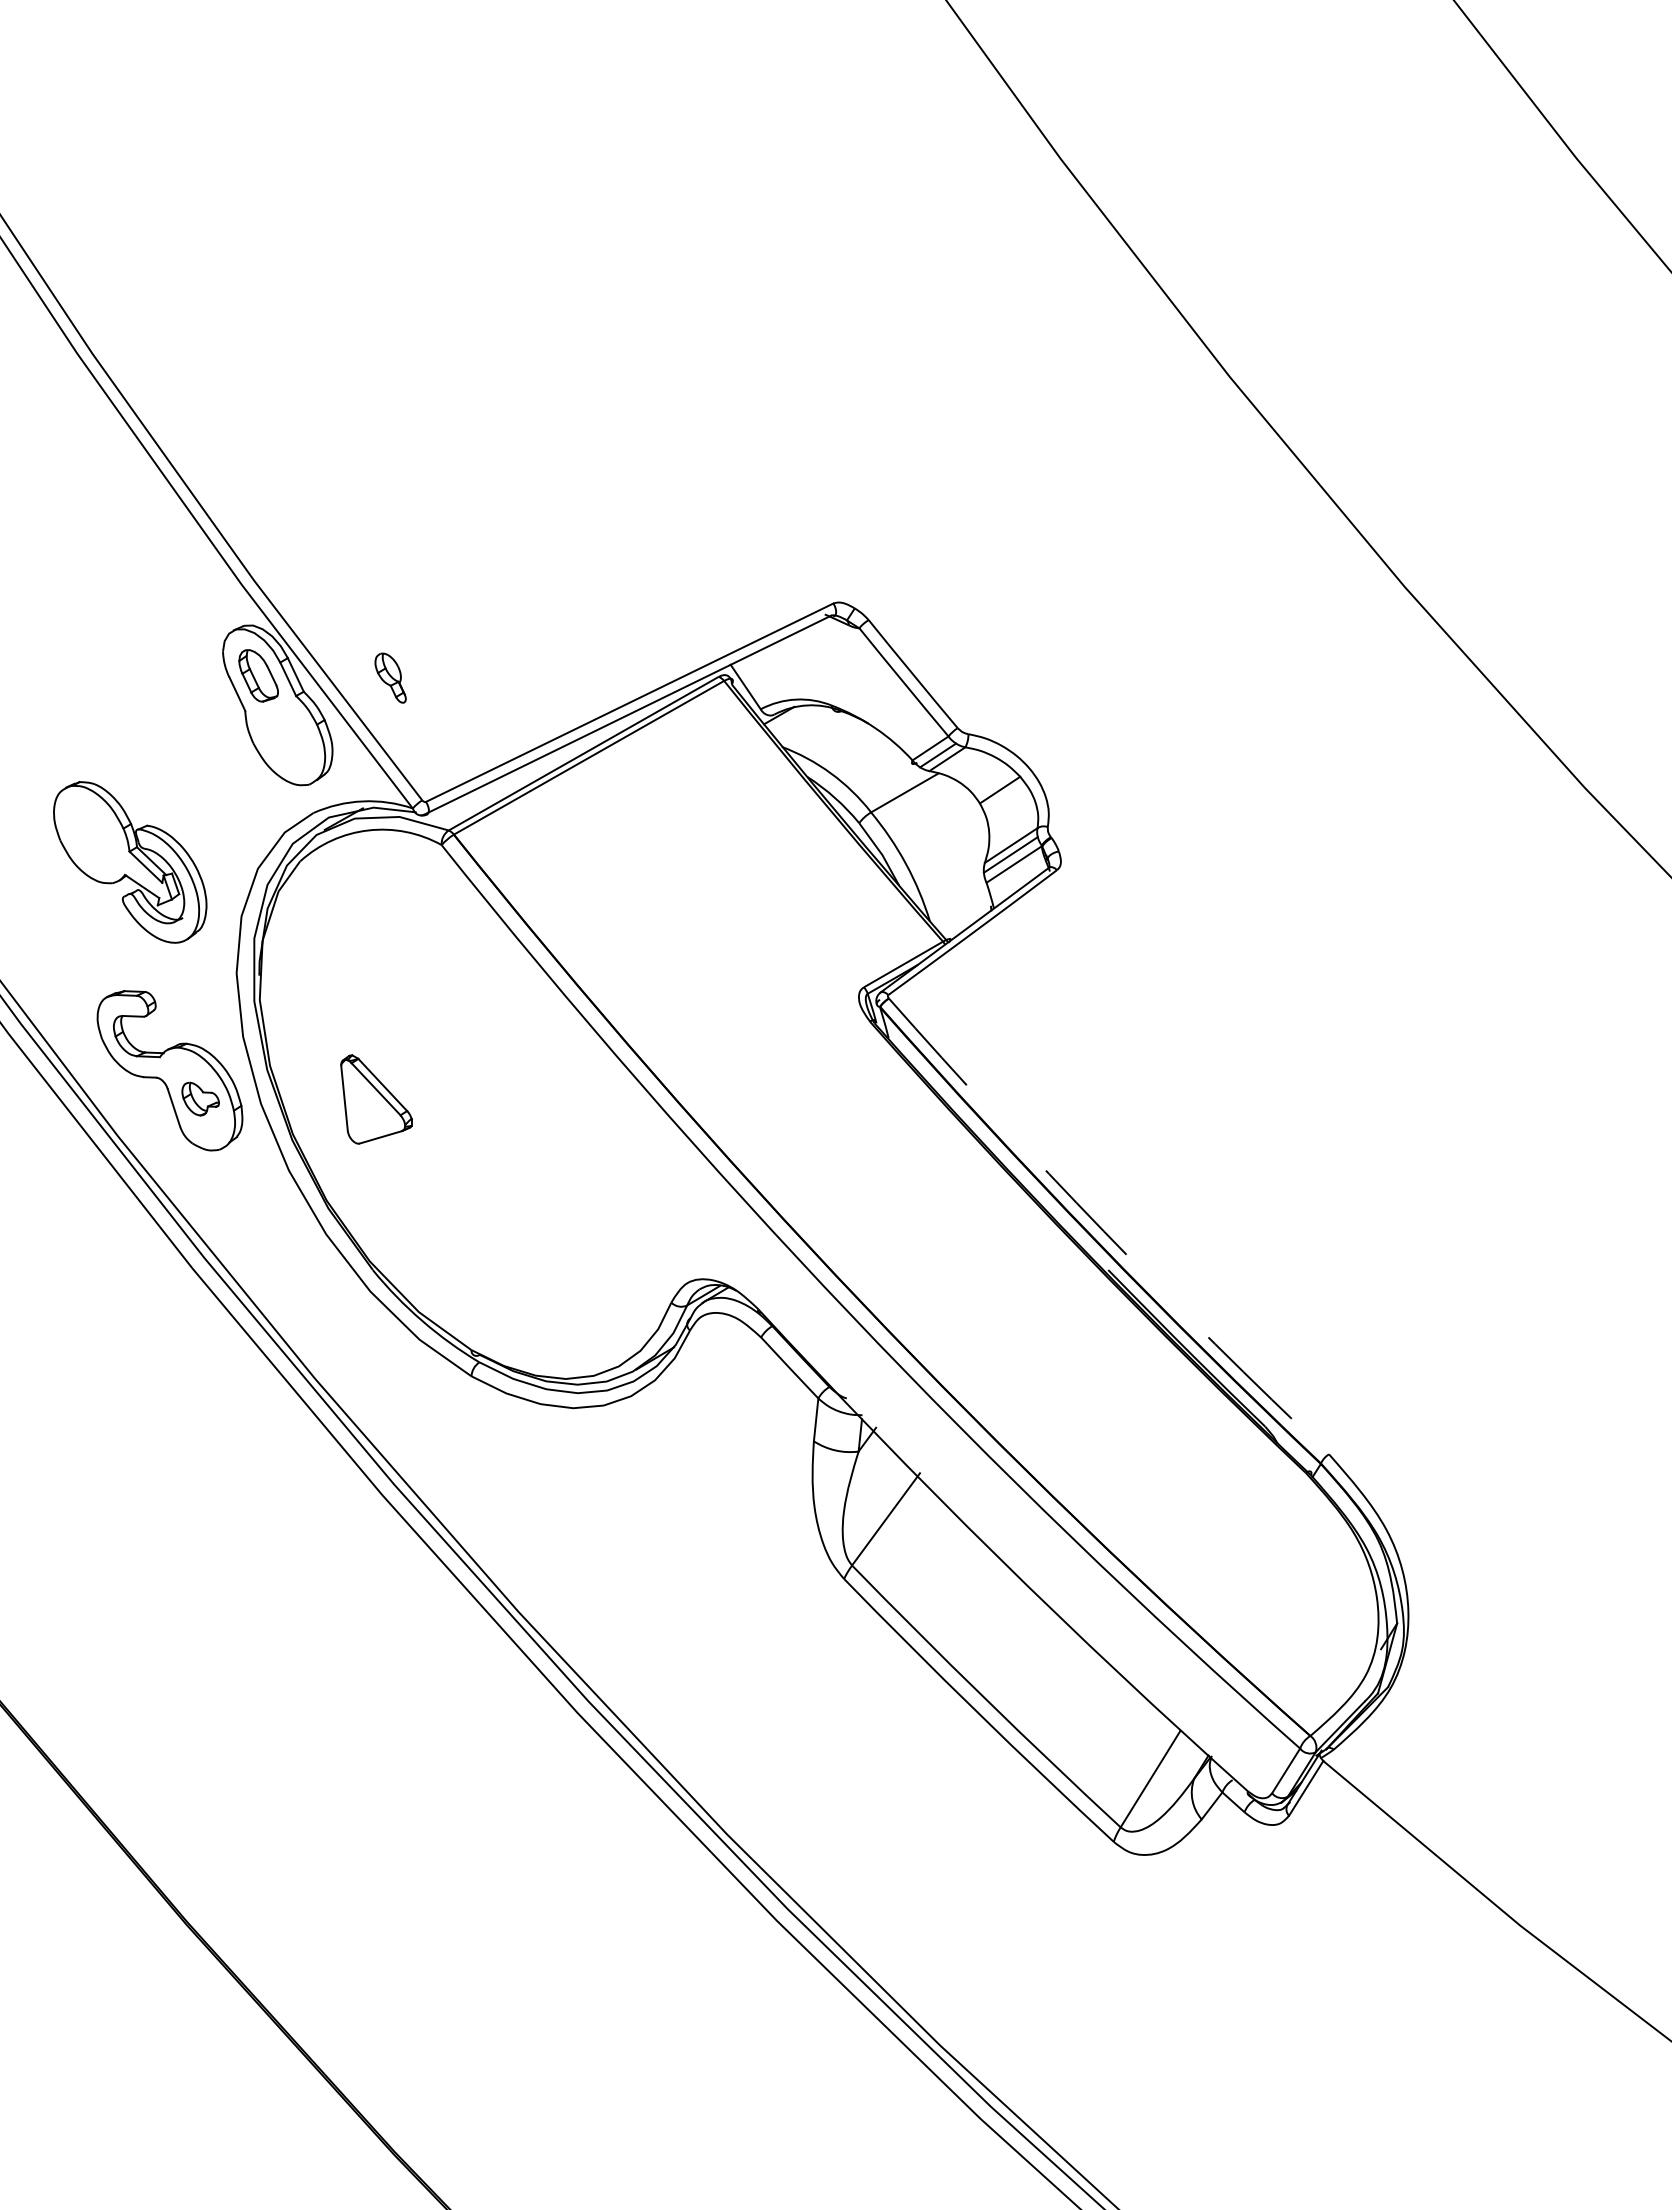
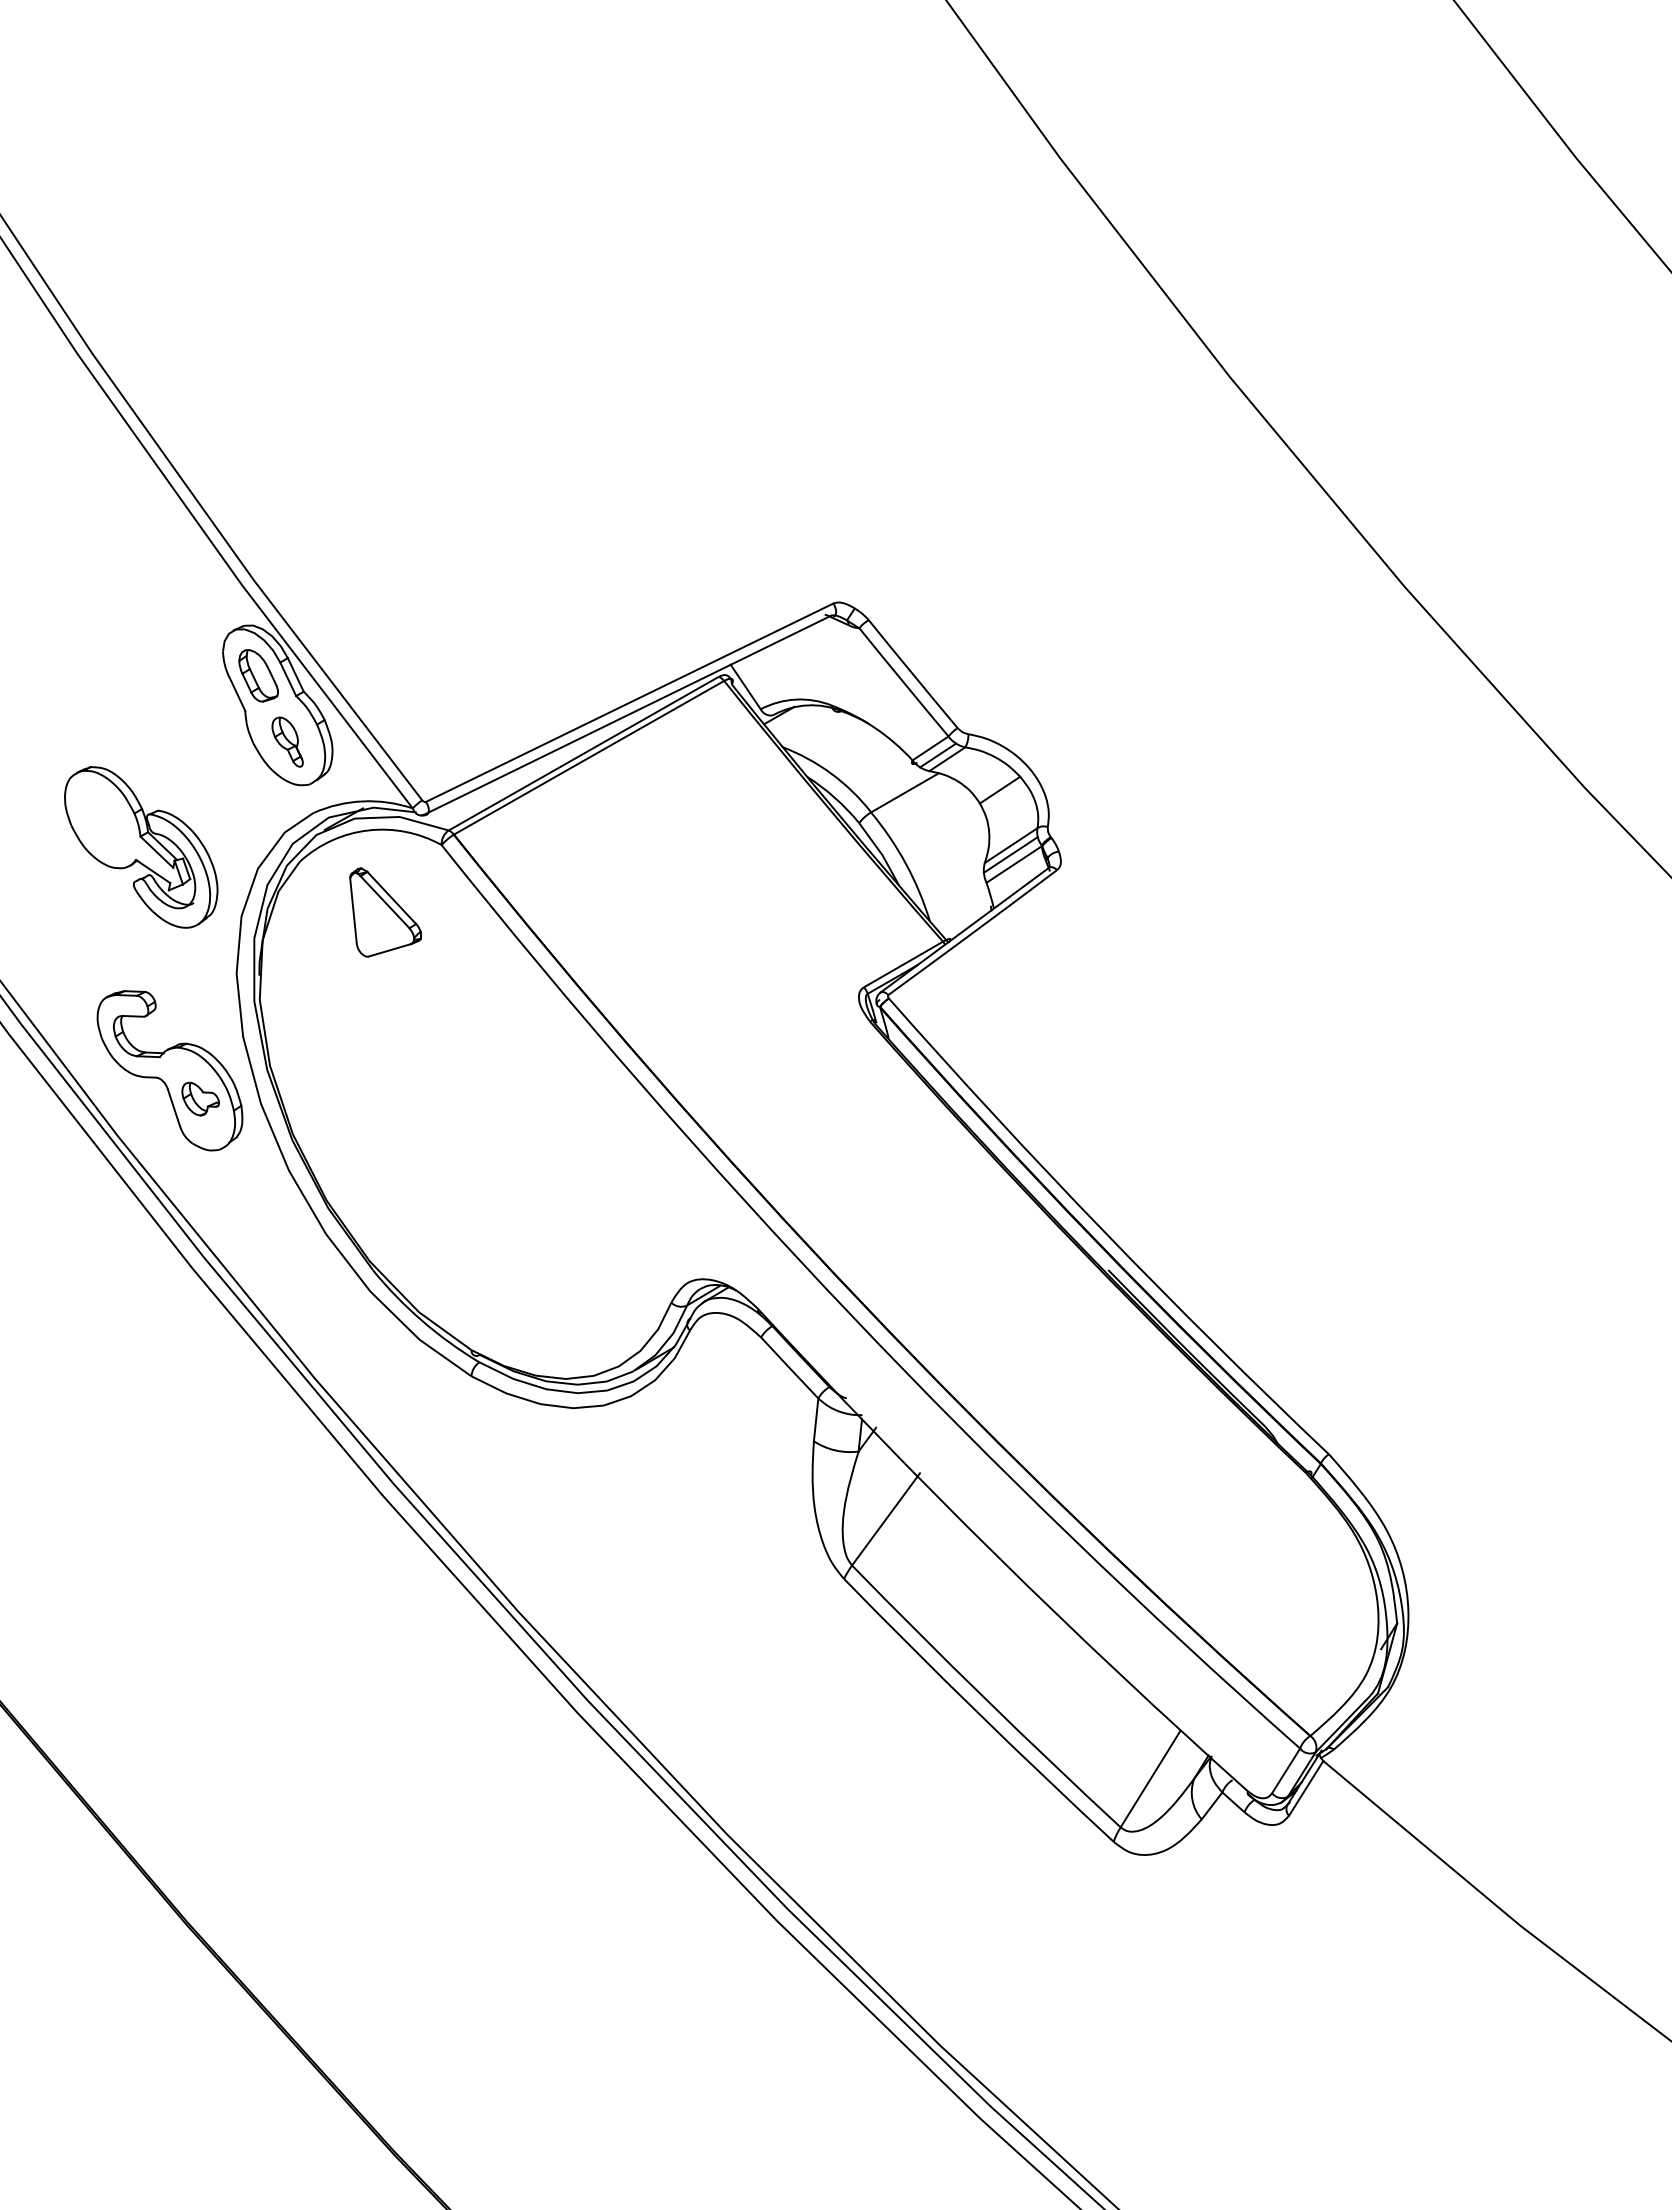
part at (390, 677) position: (390, 677) -> (287, 741)
part at (130, 862) position: (130, 862) -> (141, 847)
part at (376, 1099) position: (376, 1099) -> (385, 912)
arc at (1103, 1231): dashed -> solid
